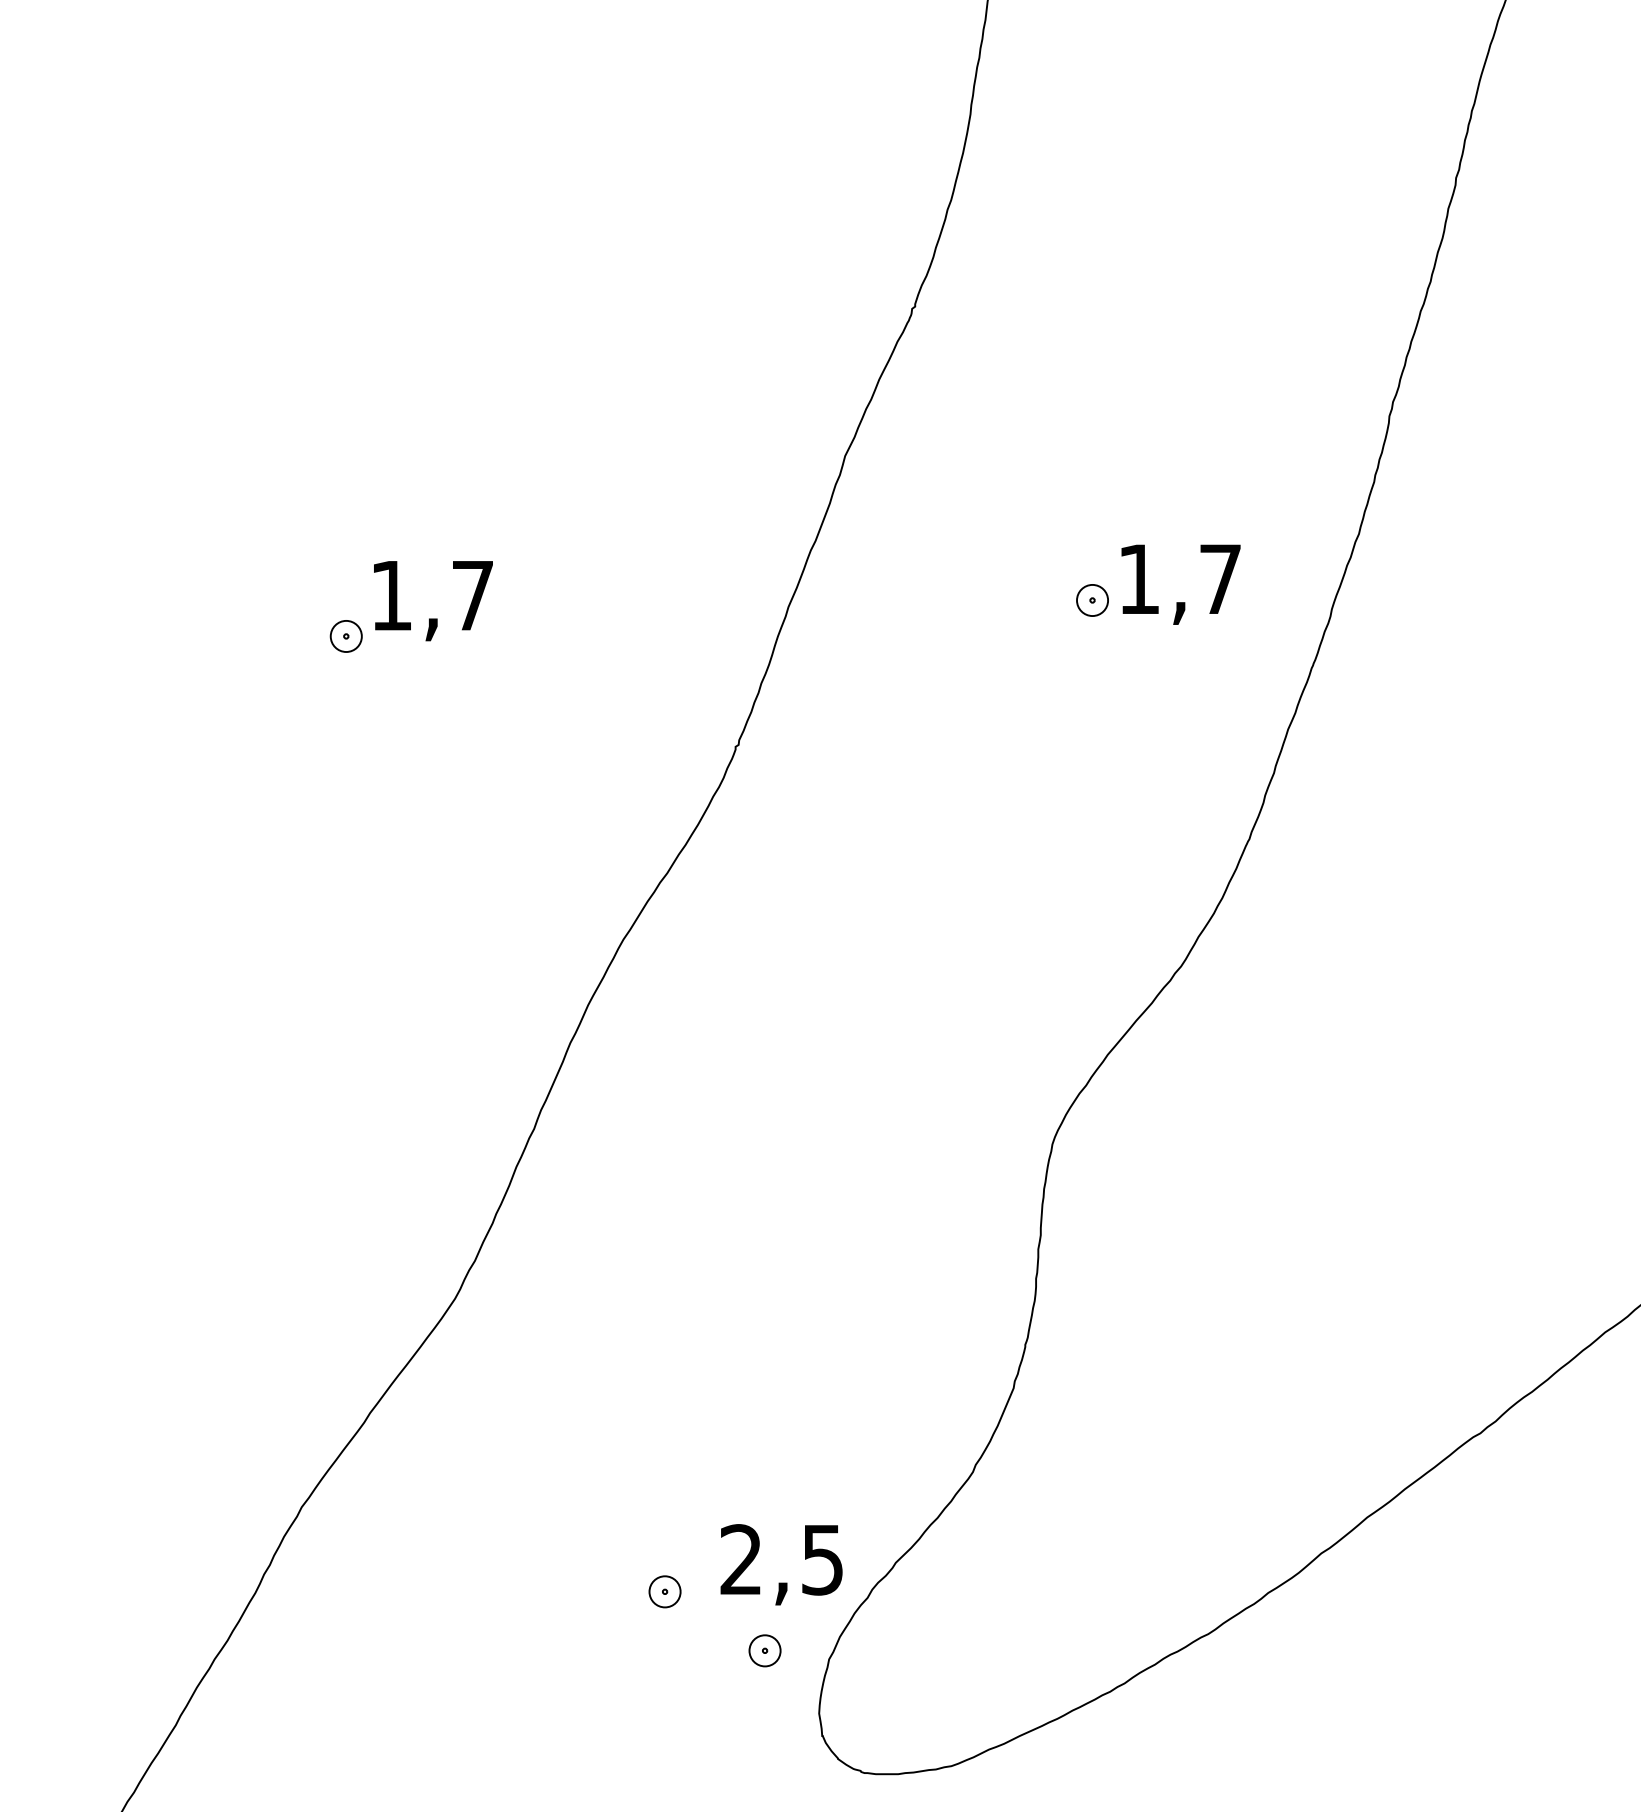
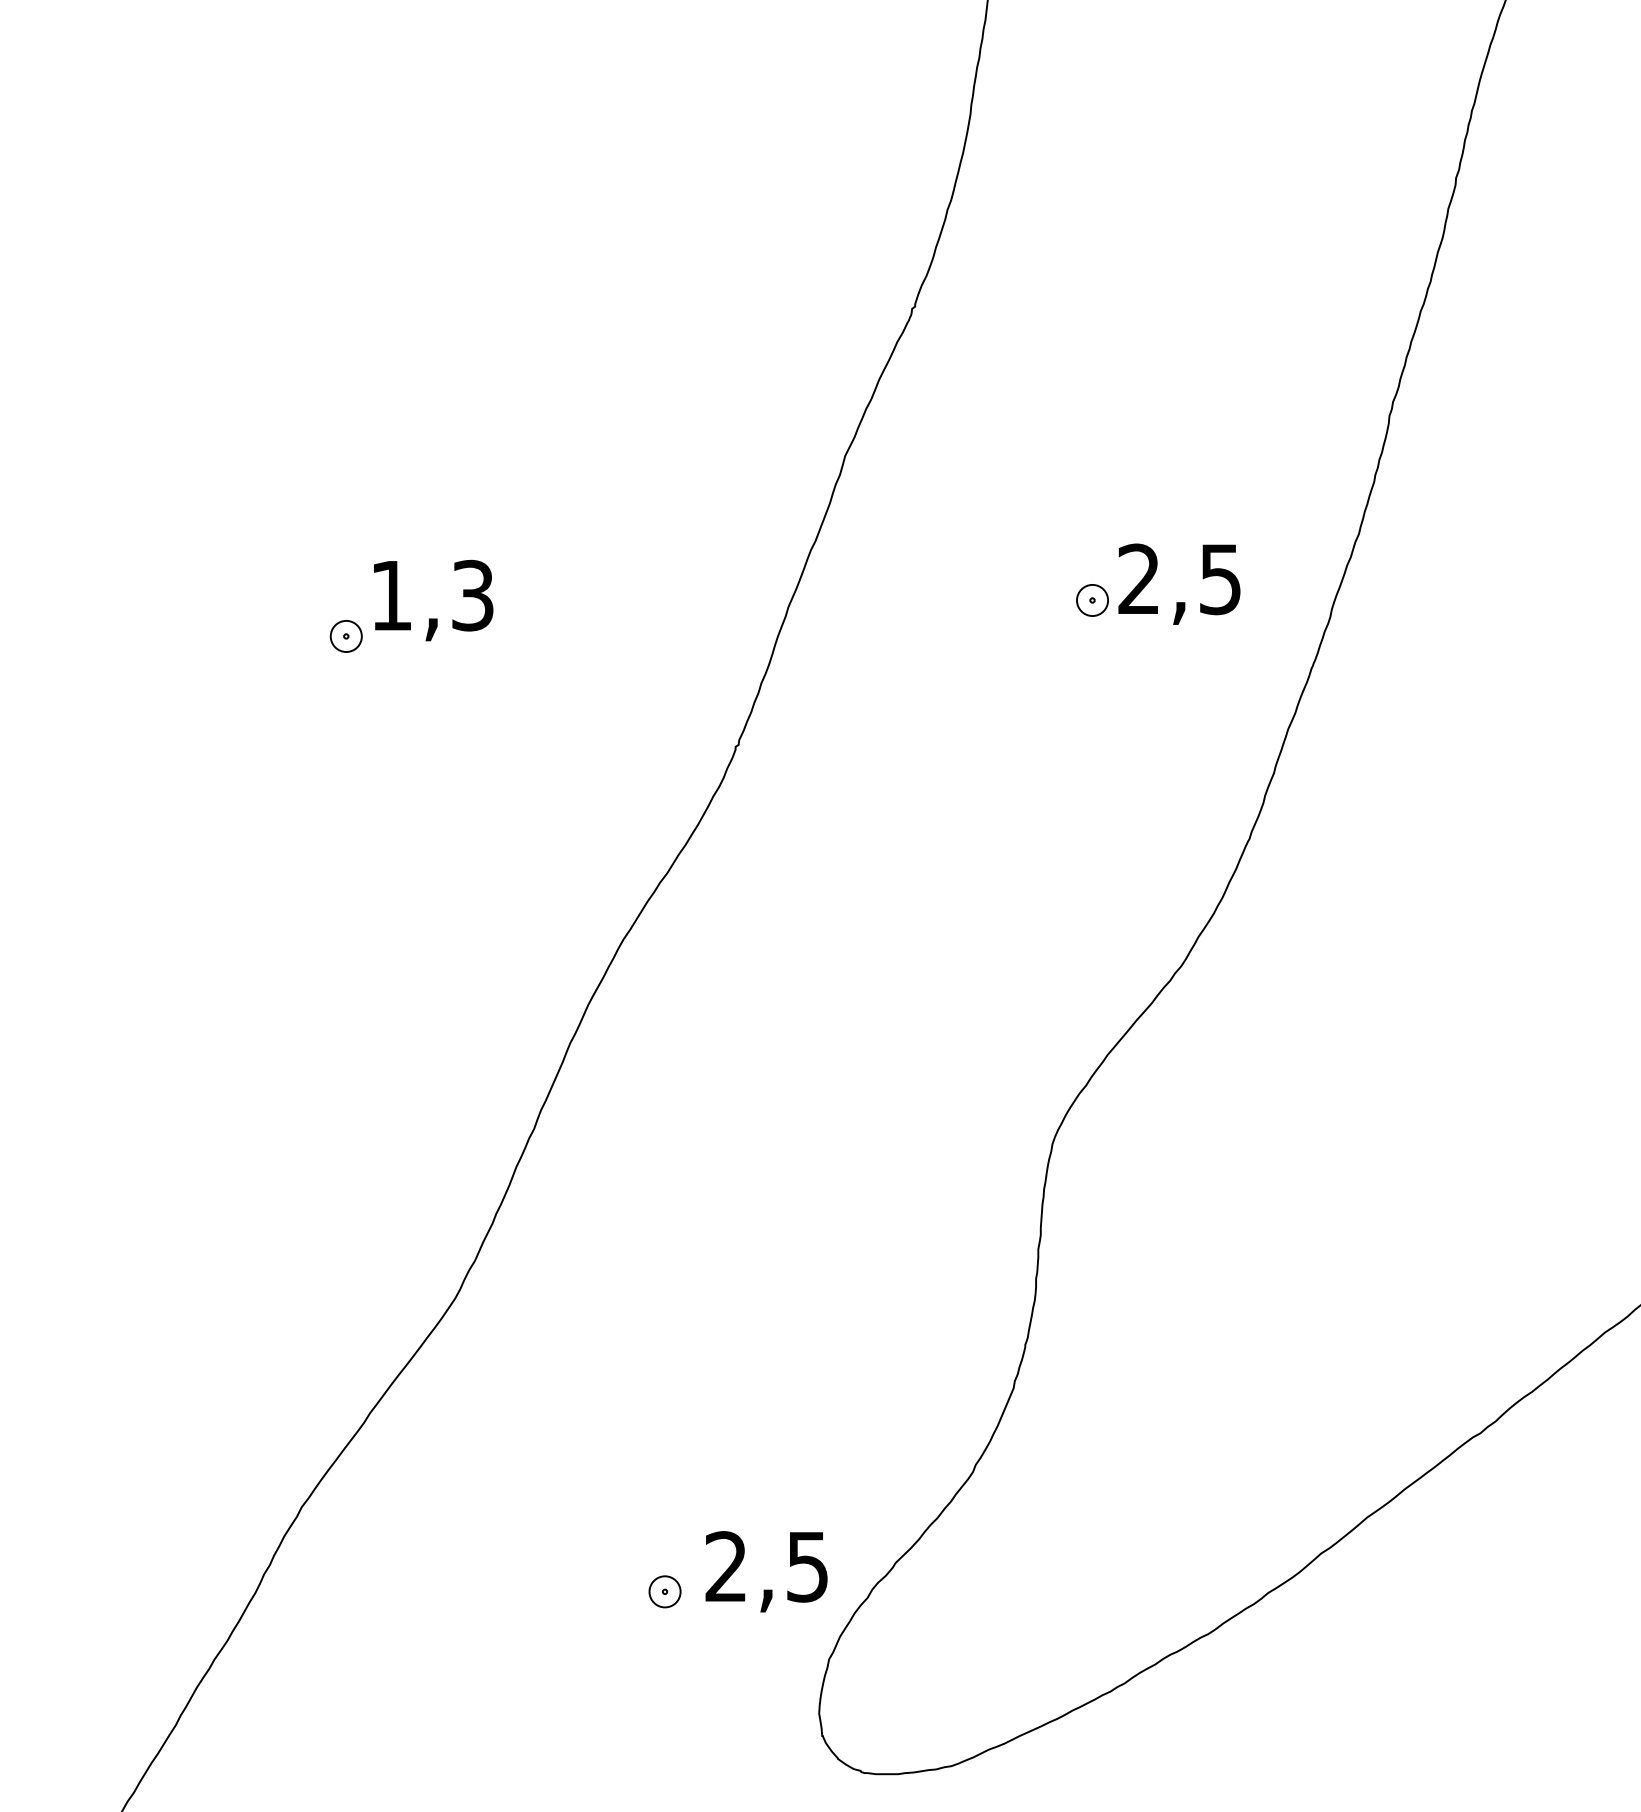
text at (1179, 579): 1,7 -> 2,5
text at (472, 595): 1,7 -> 1,3
text at (781, 1564) position: (781, 1564) -> (766, 1571)
part at (764, 1650): present -> none
